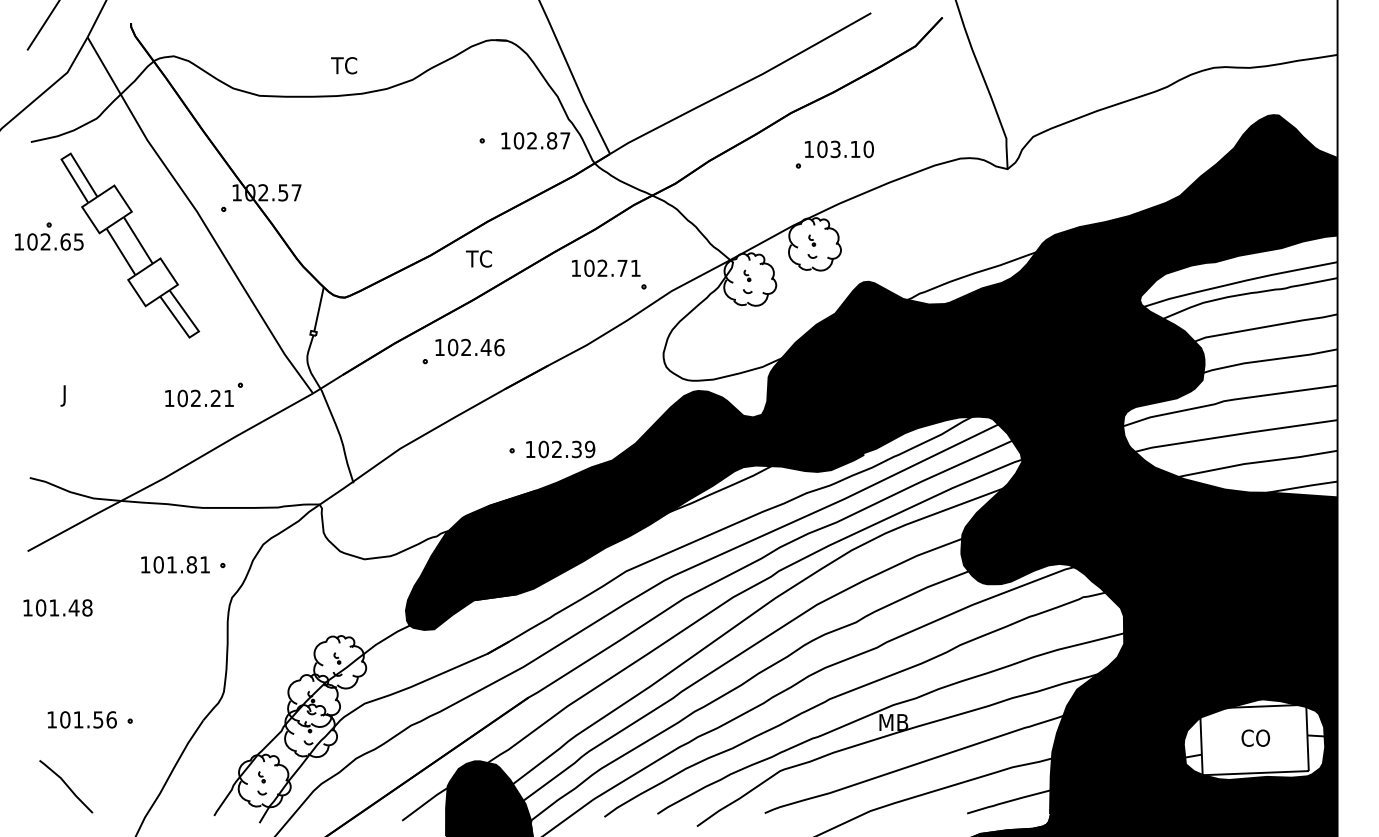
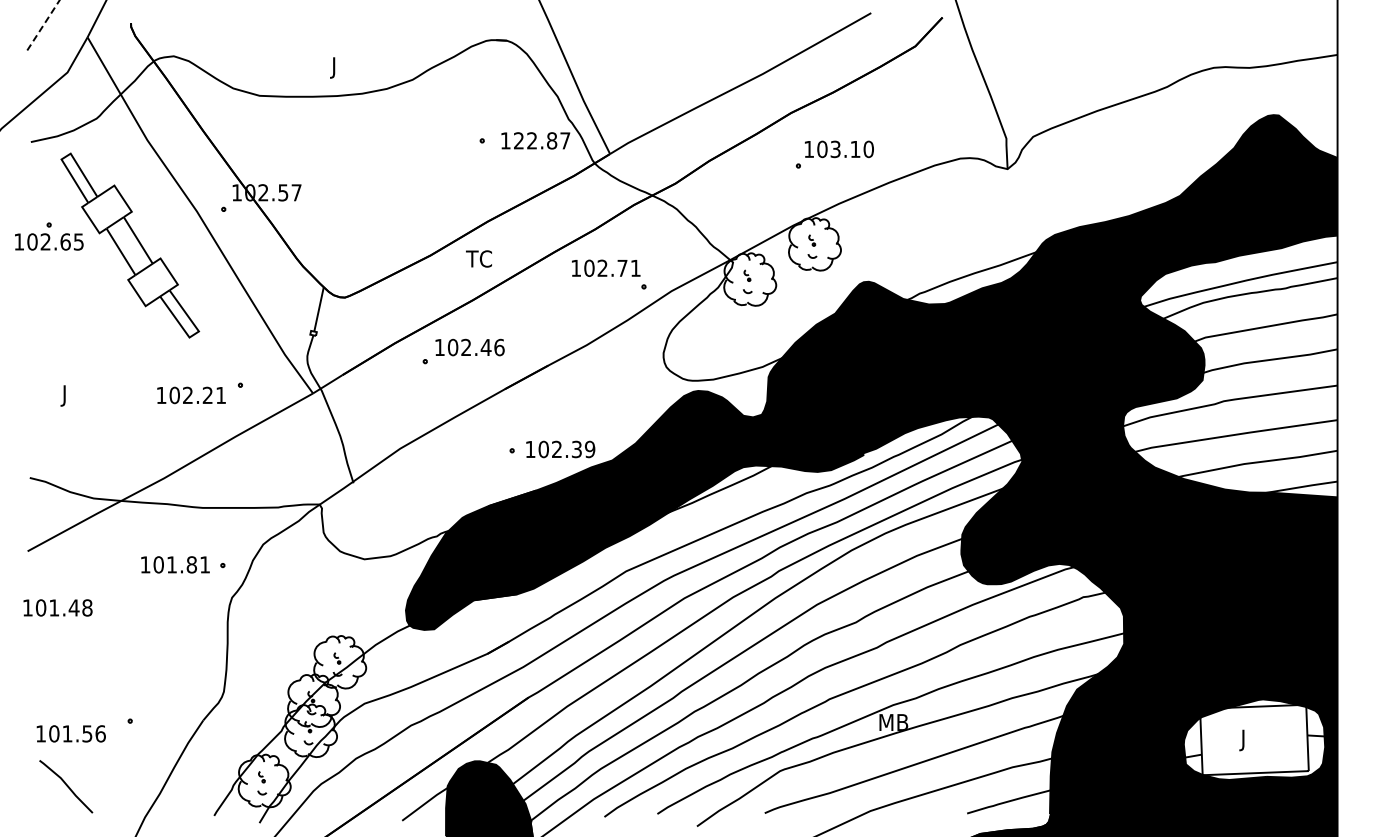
line at (43, 25): solid -> dashed
text at (343, 67): TC -> J
text at (518, 140): 102.87 -> 122.87
text at (199, 398) position: (199, 398) -> (191, 395)
text at (81, 719) position: (81, 719) -> (70, 733)
text at (1254, 740): CO -> J
